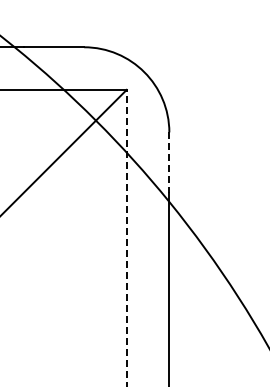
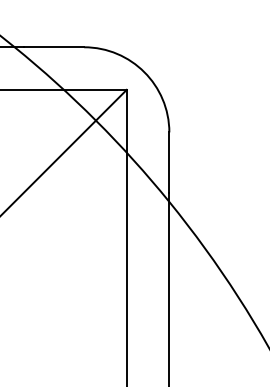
line at (169, 163): dashed -> solid
line at (126, 237): dashed -> solid
